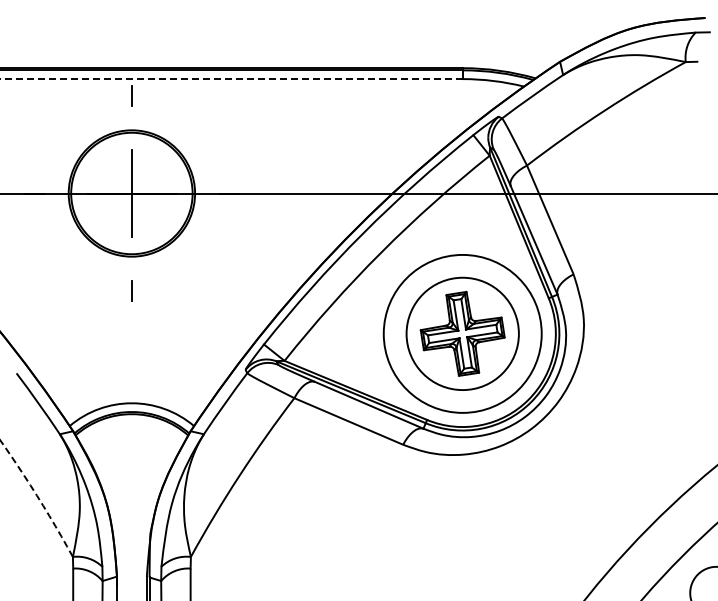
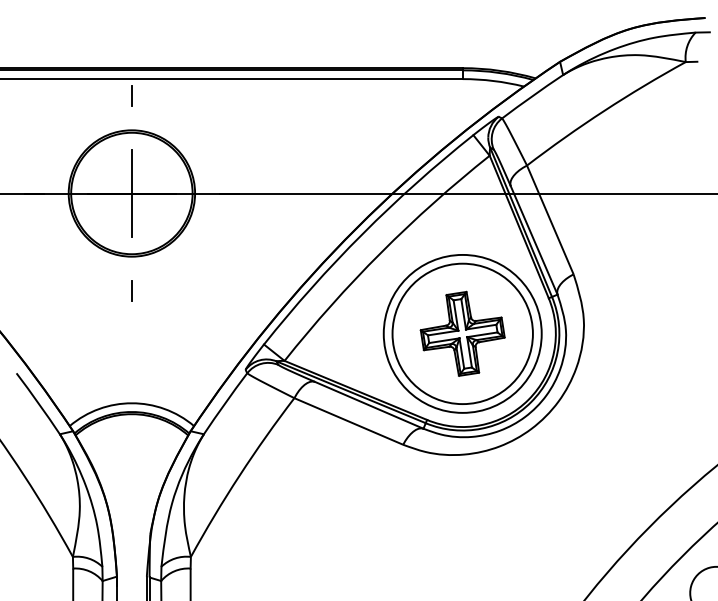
line at (231, 79): dashed -> solid
circle at (462, 333) diameter: 112 px -> 140 px
arc at (37, 497): dashed -> solid
